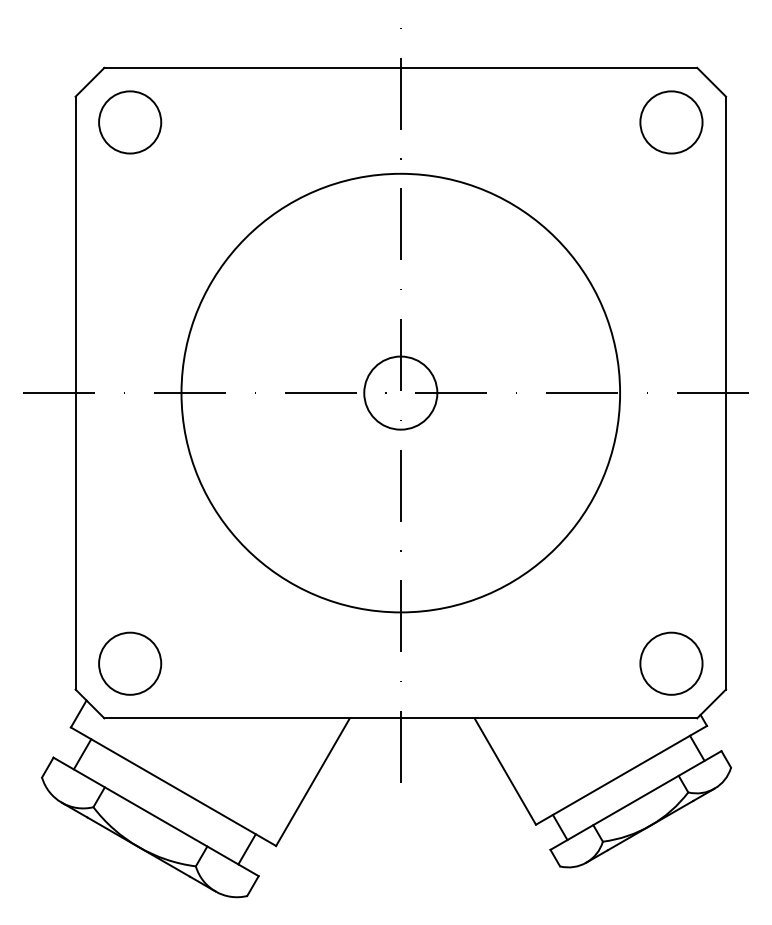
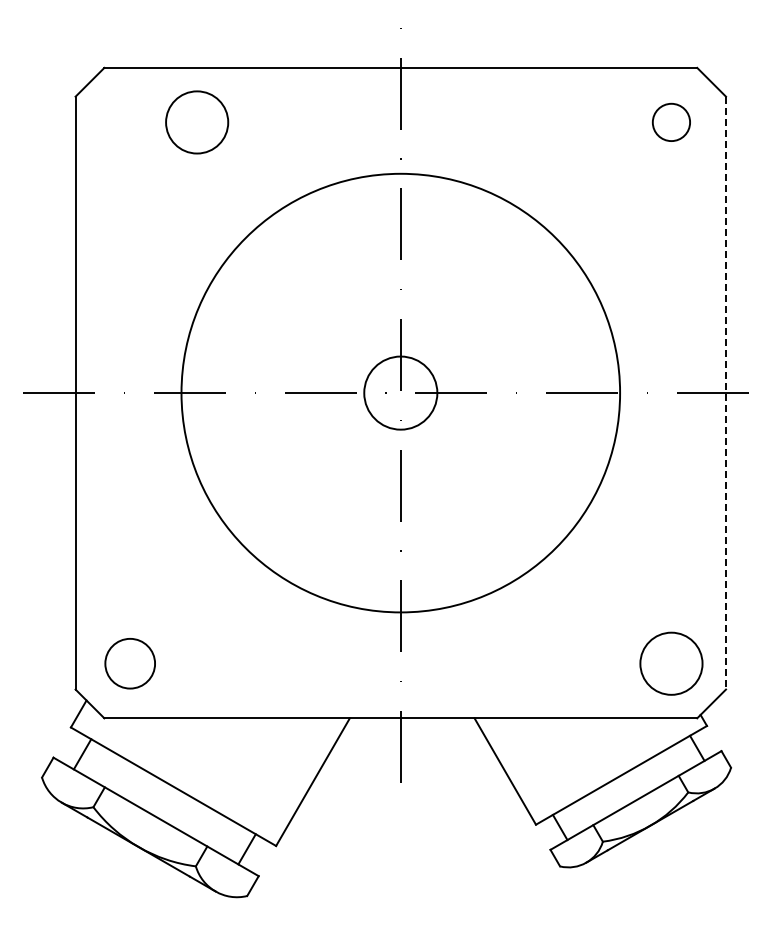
circle at (130, 122) position: (130, 122) -> (197, 122)
circle at (671, 122) diameter: 62 px -> 37 px
line at (726, 393): solid -> dashed
circle at (130, 663) size: 65x65 px -> 52x52 px
